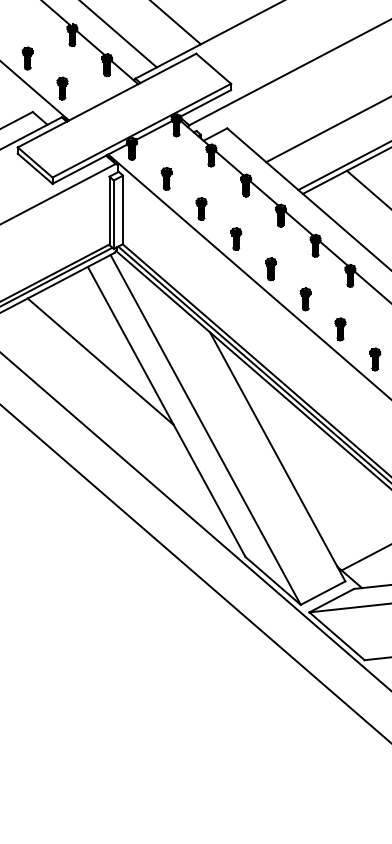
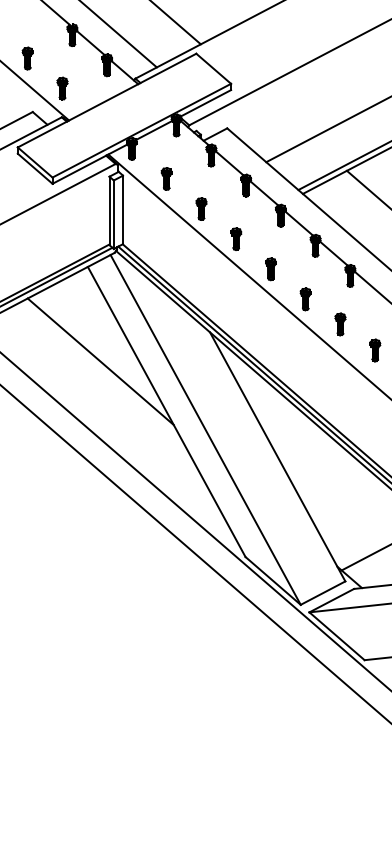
part at (340, 329) position: (340, 329) -> (340, 324)
part at (375, 359) position: (375, 359) -> (375, 350)
line at (195, 573) position: (195, 573) -> (195, 553)
